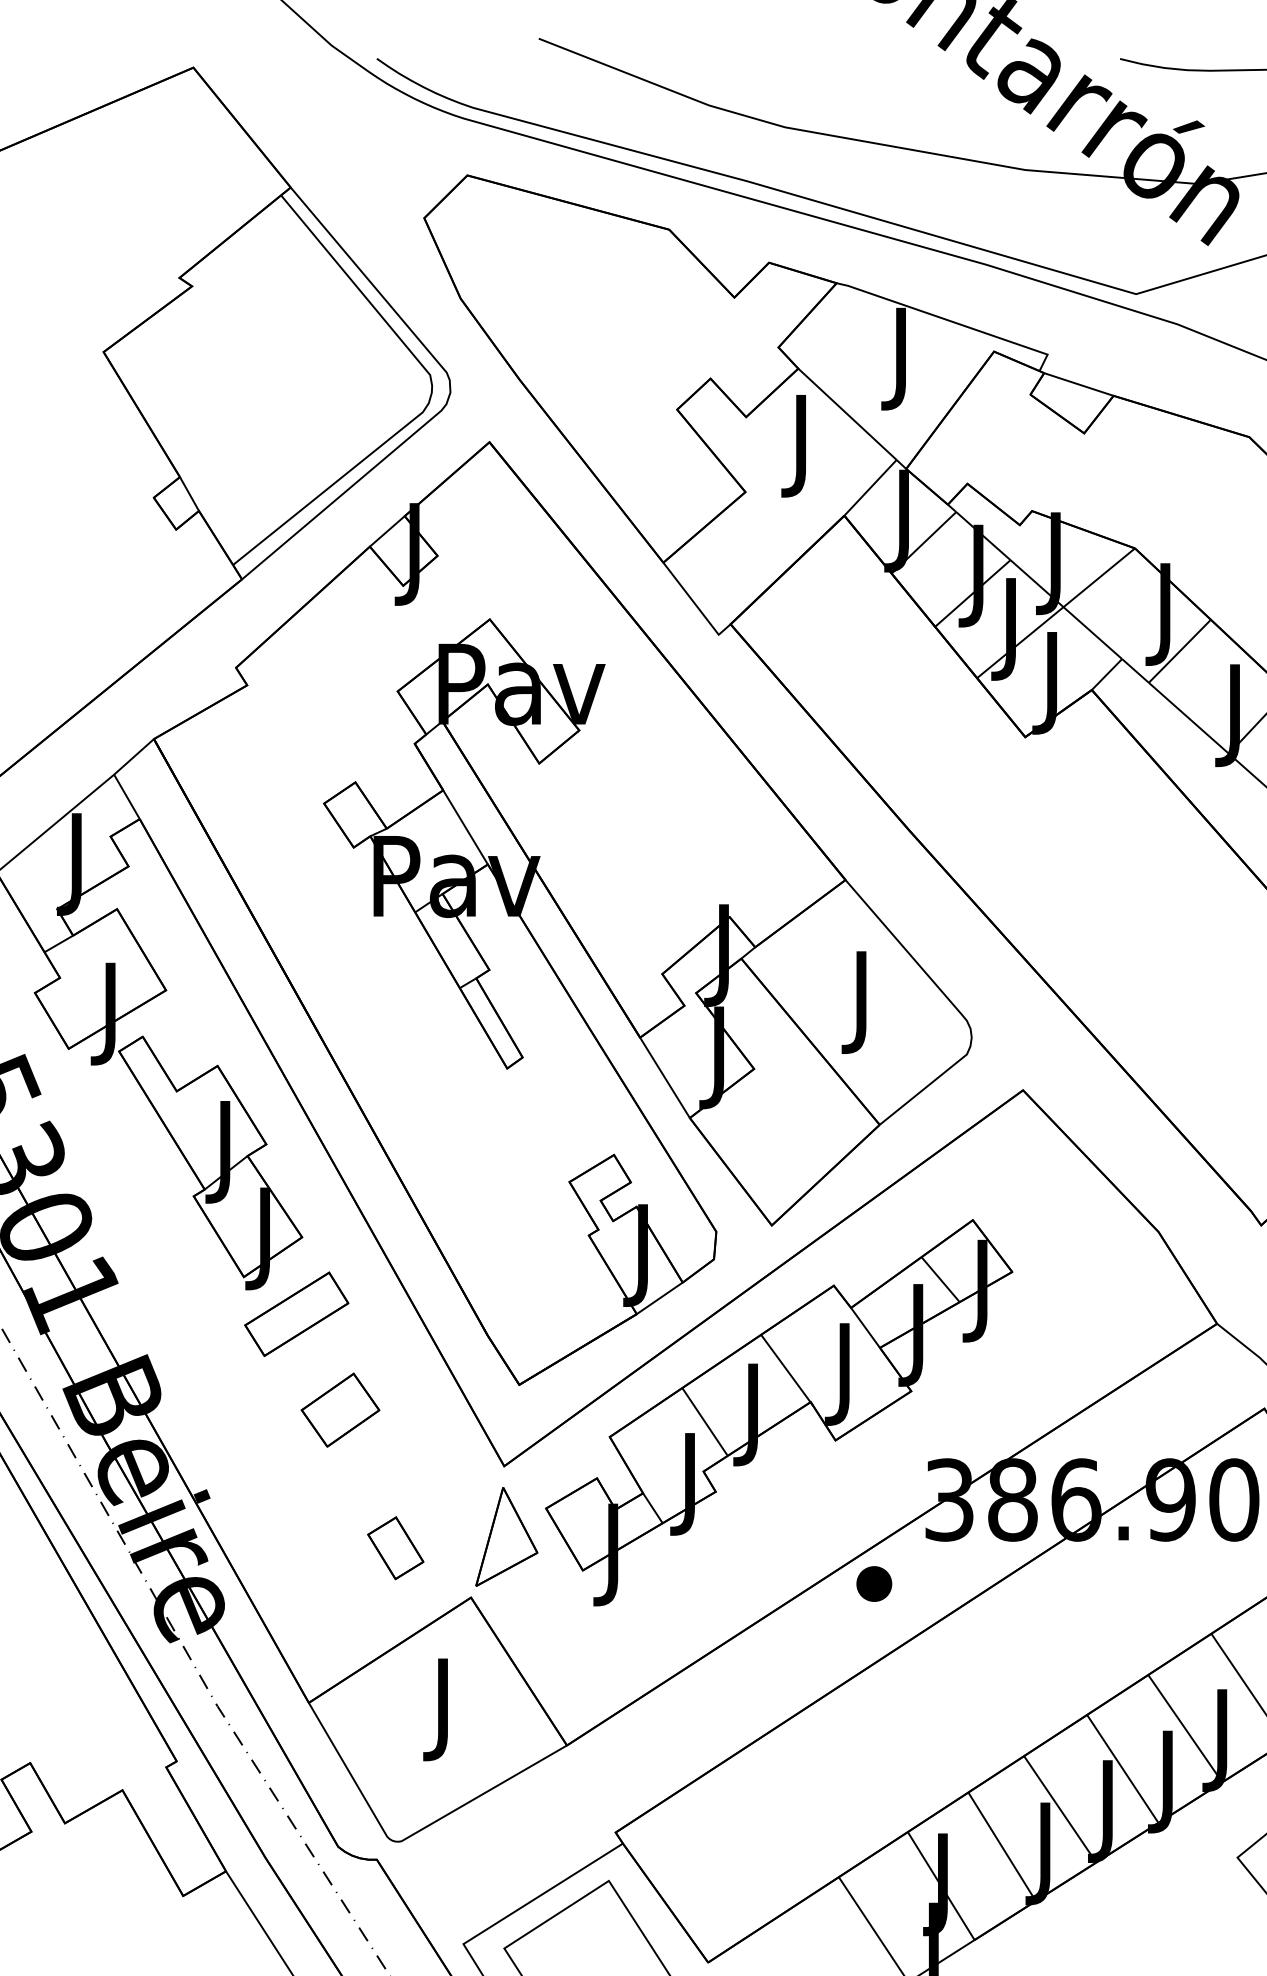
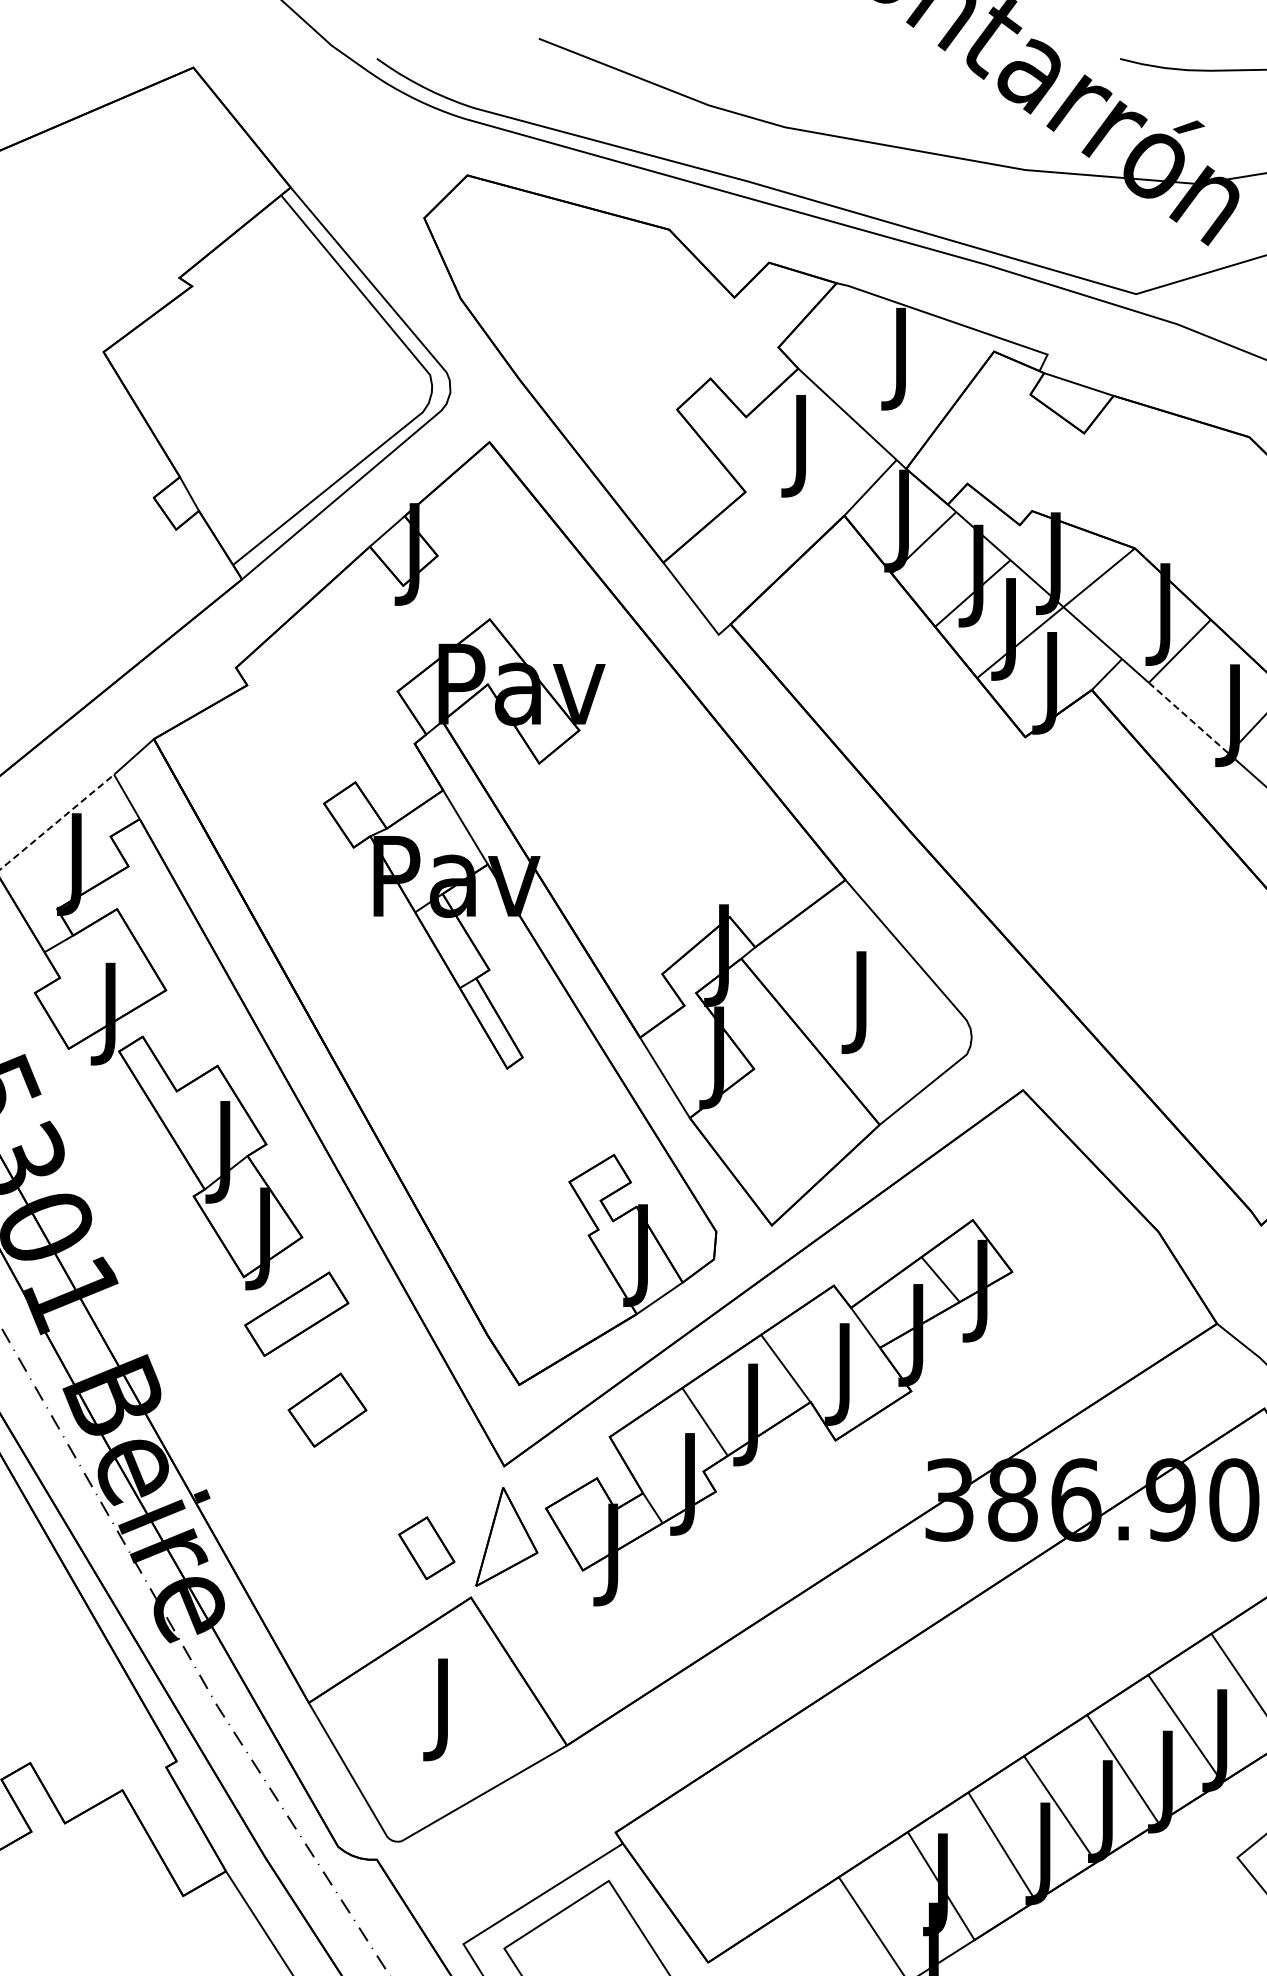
line at (1188, 718): solid -> dashed
line at (57, 821): solid -> dashed
part at (340, 1409) position: (340, 1409) -> (327, 1409)
part at (395, 1548) position: (395, 1548) -> (426, 1548)
part at (874, 1583): present -> none
